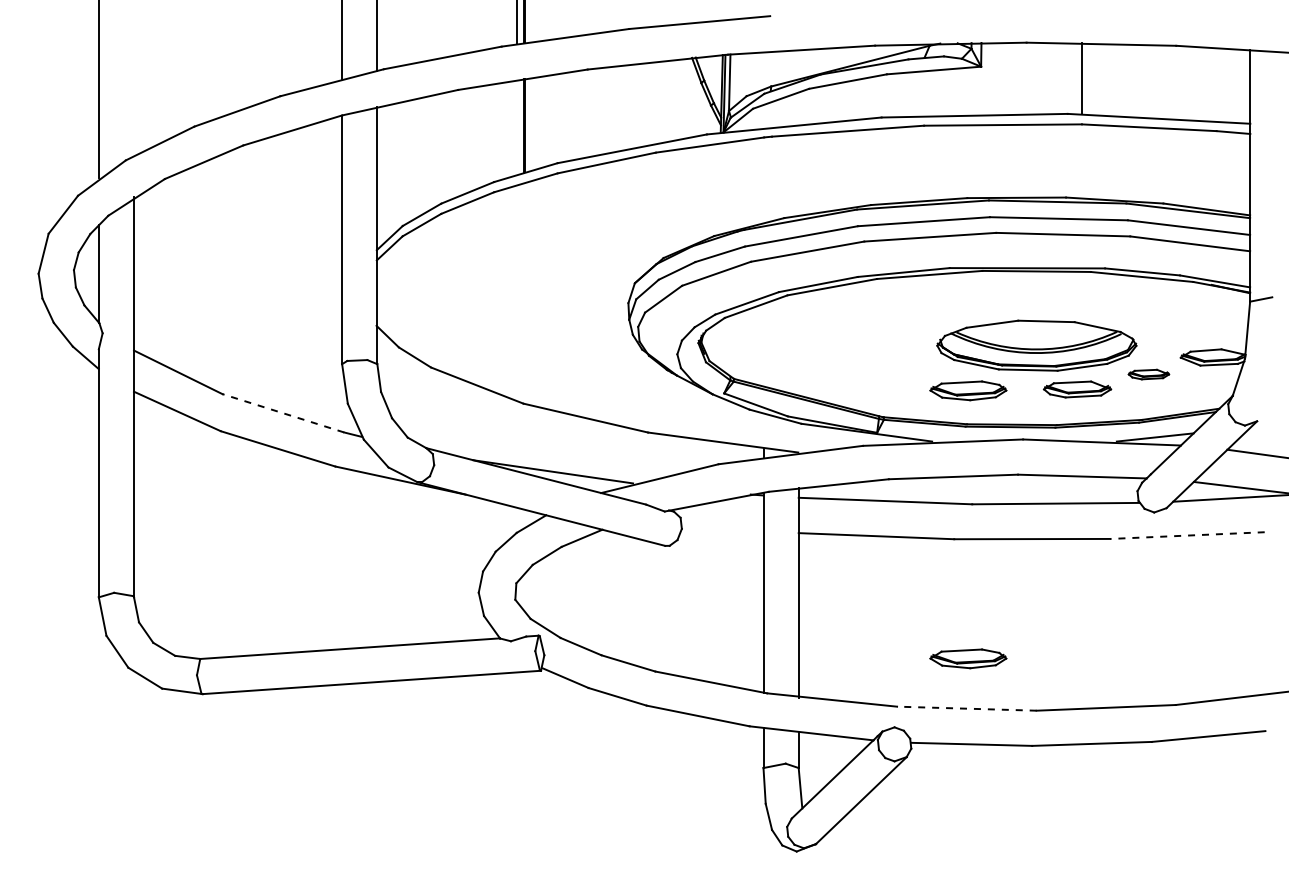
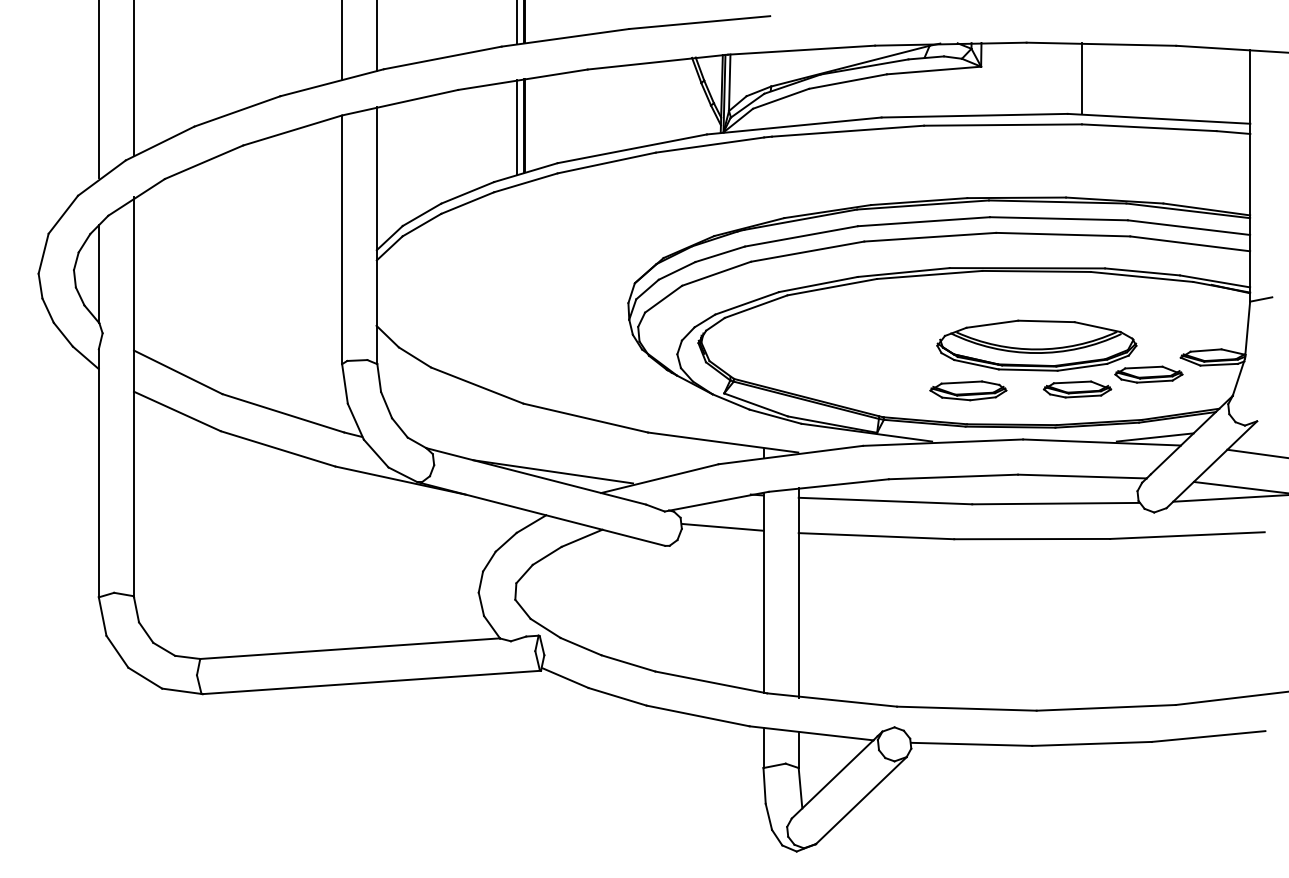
line at (134, 78): none -> present
line at (517, 126): none -> present
part at (1148, 374) size: 44x13 px -> 70x19 px
line at (283, 413): dashed -> solid
line at (722, 526): none -> present
line at (1186, 535): dashed -> solid
part at (968, 658): present -> none
line at (966, 708): dashed -> solid
